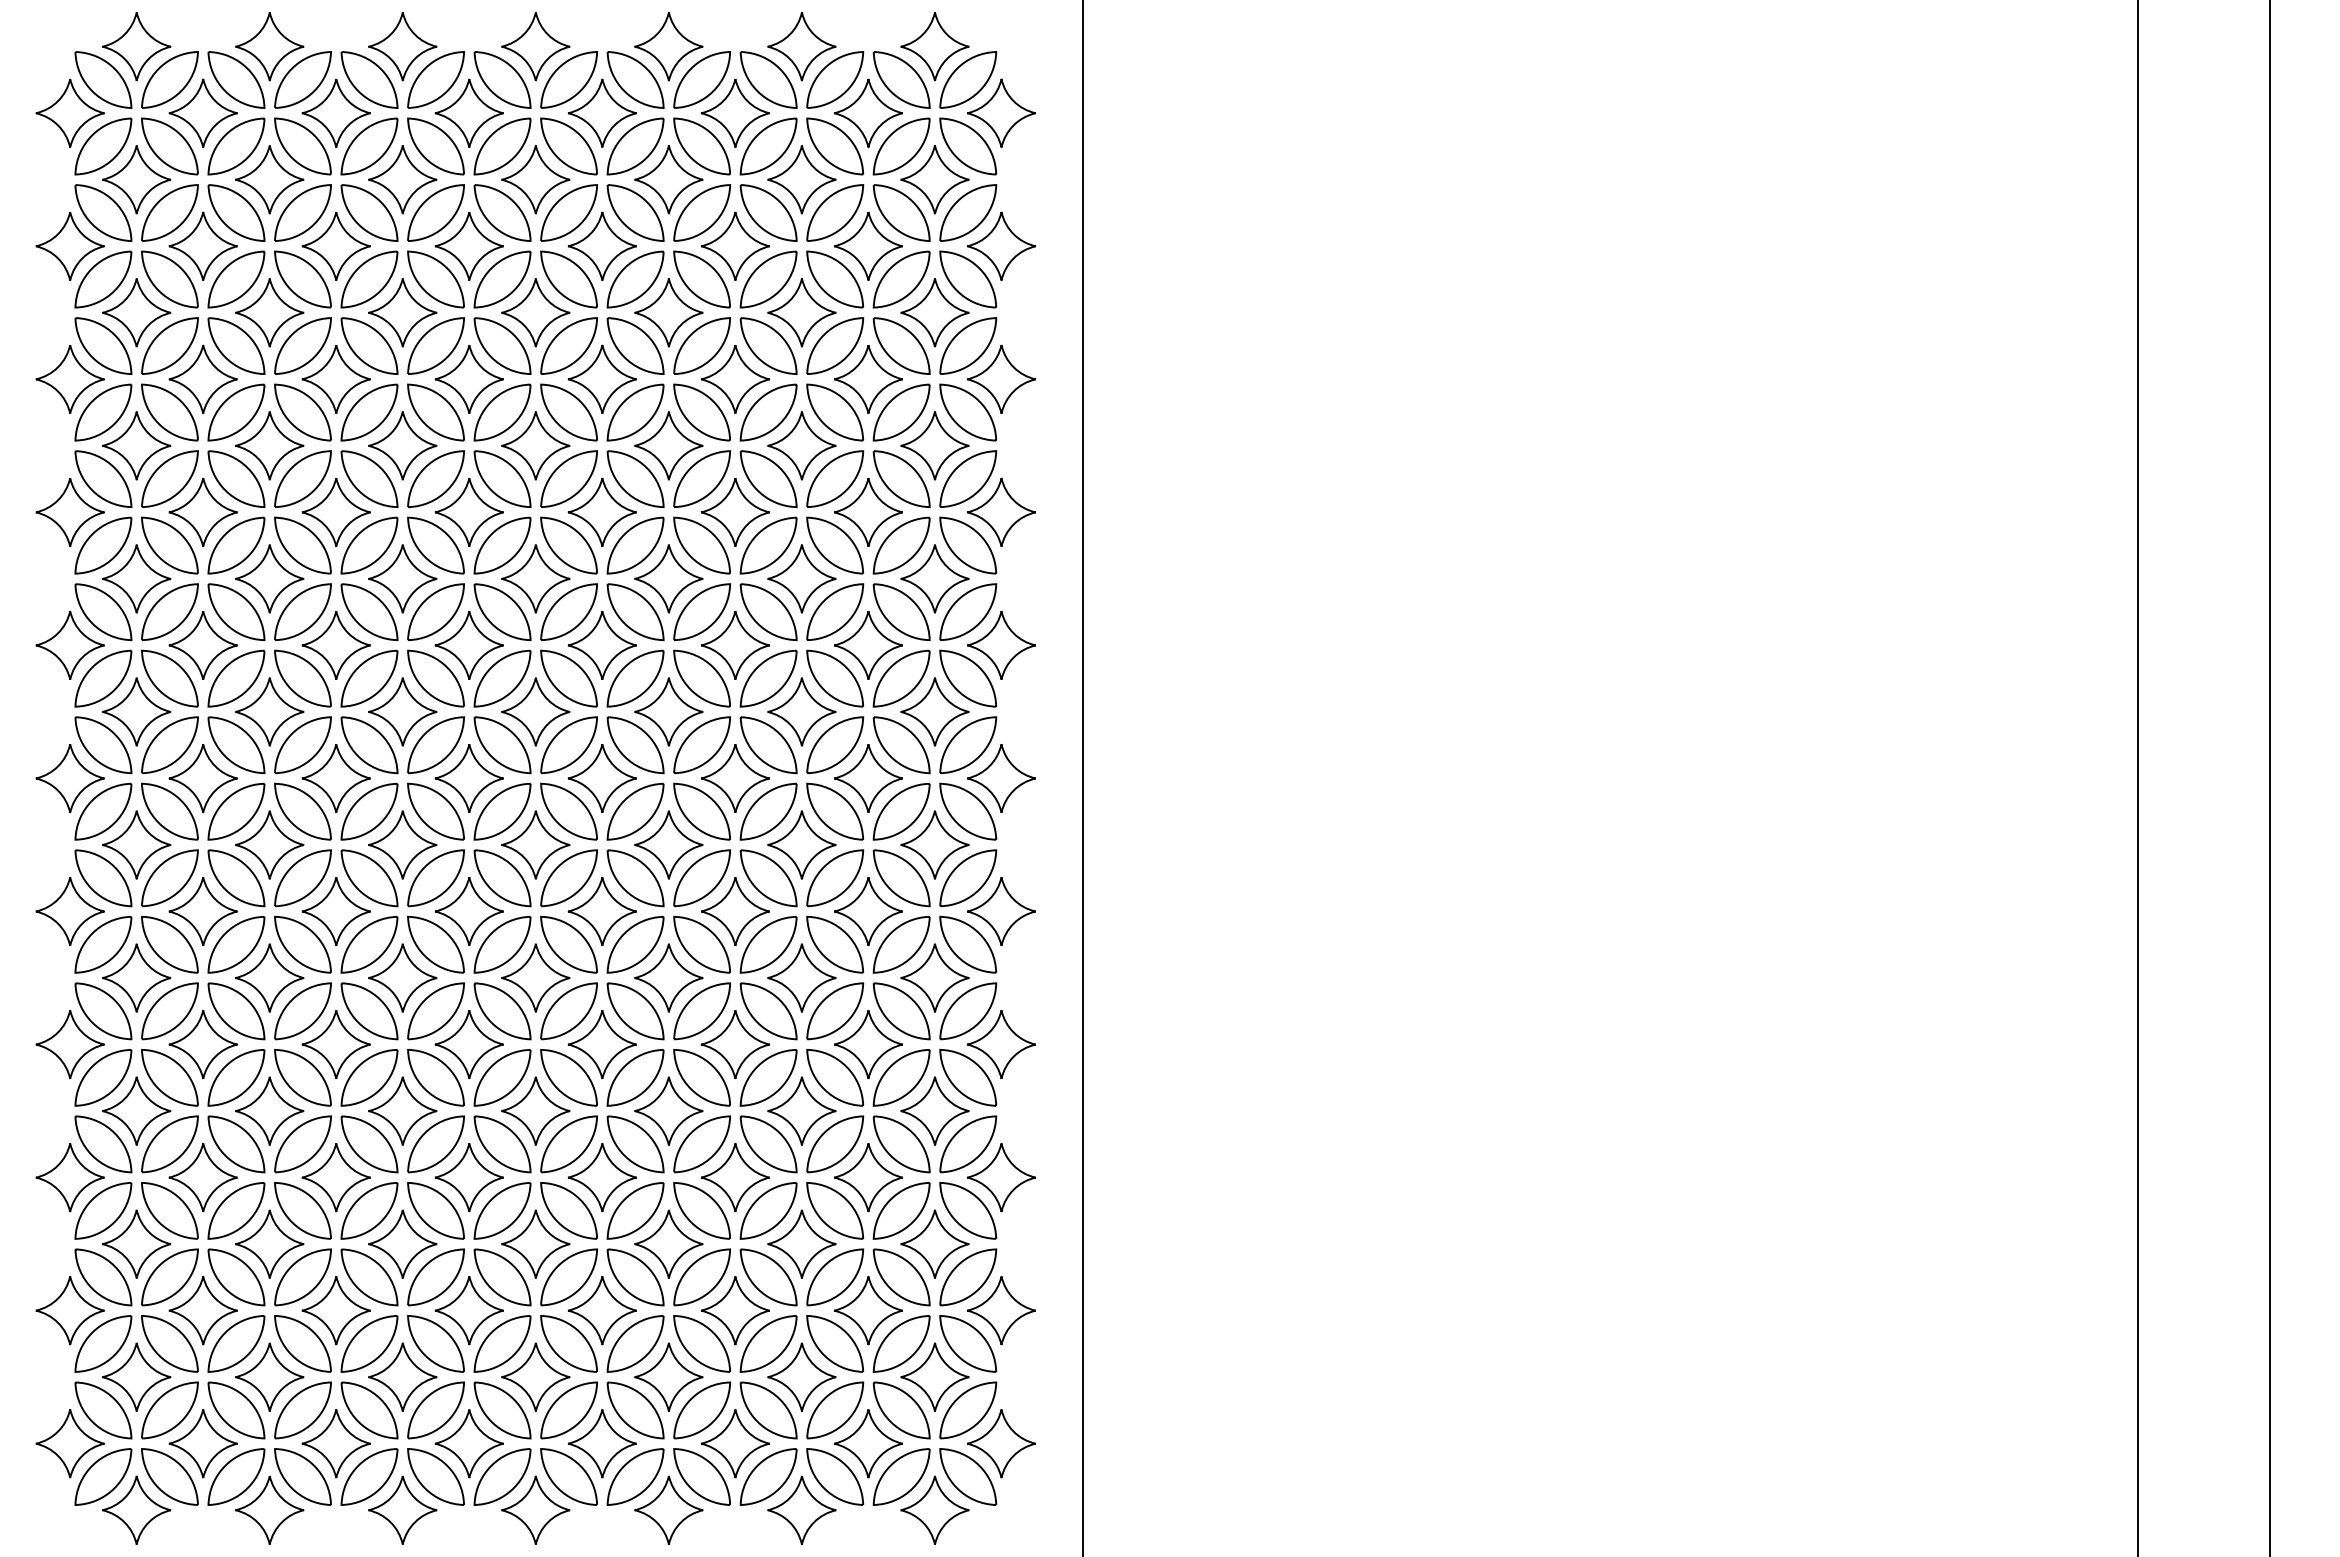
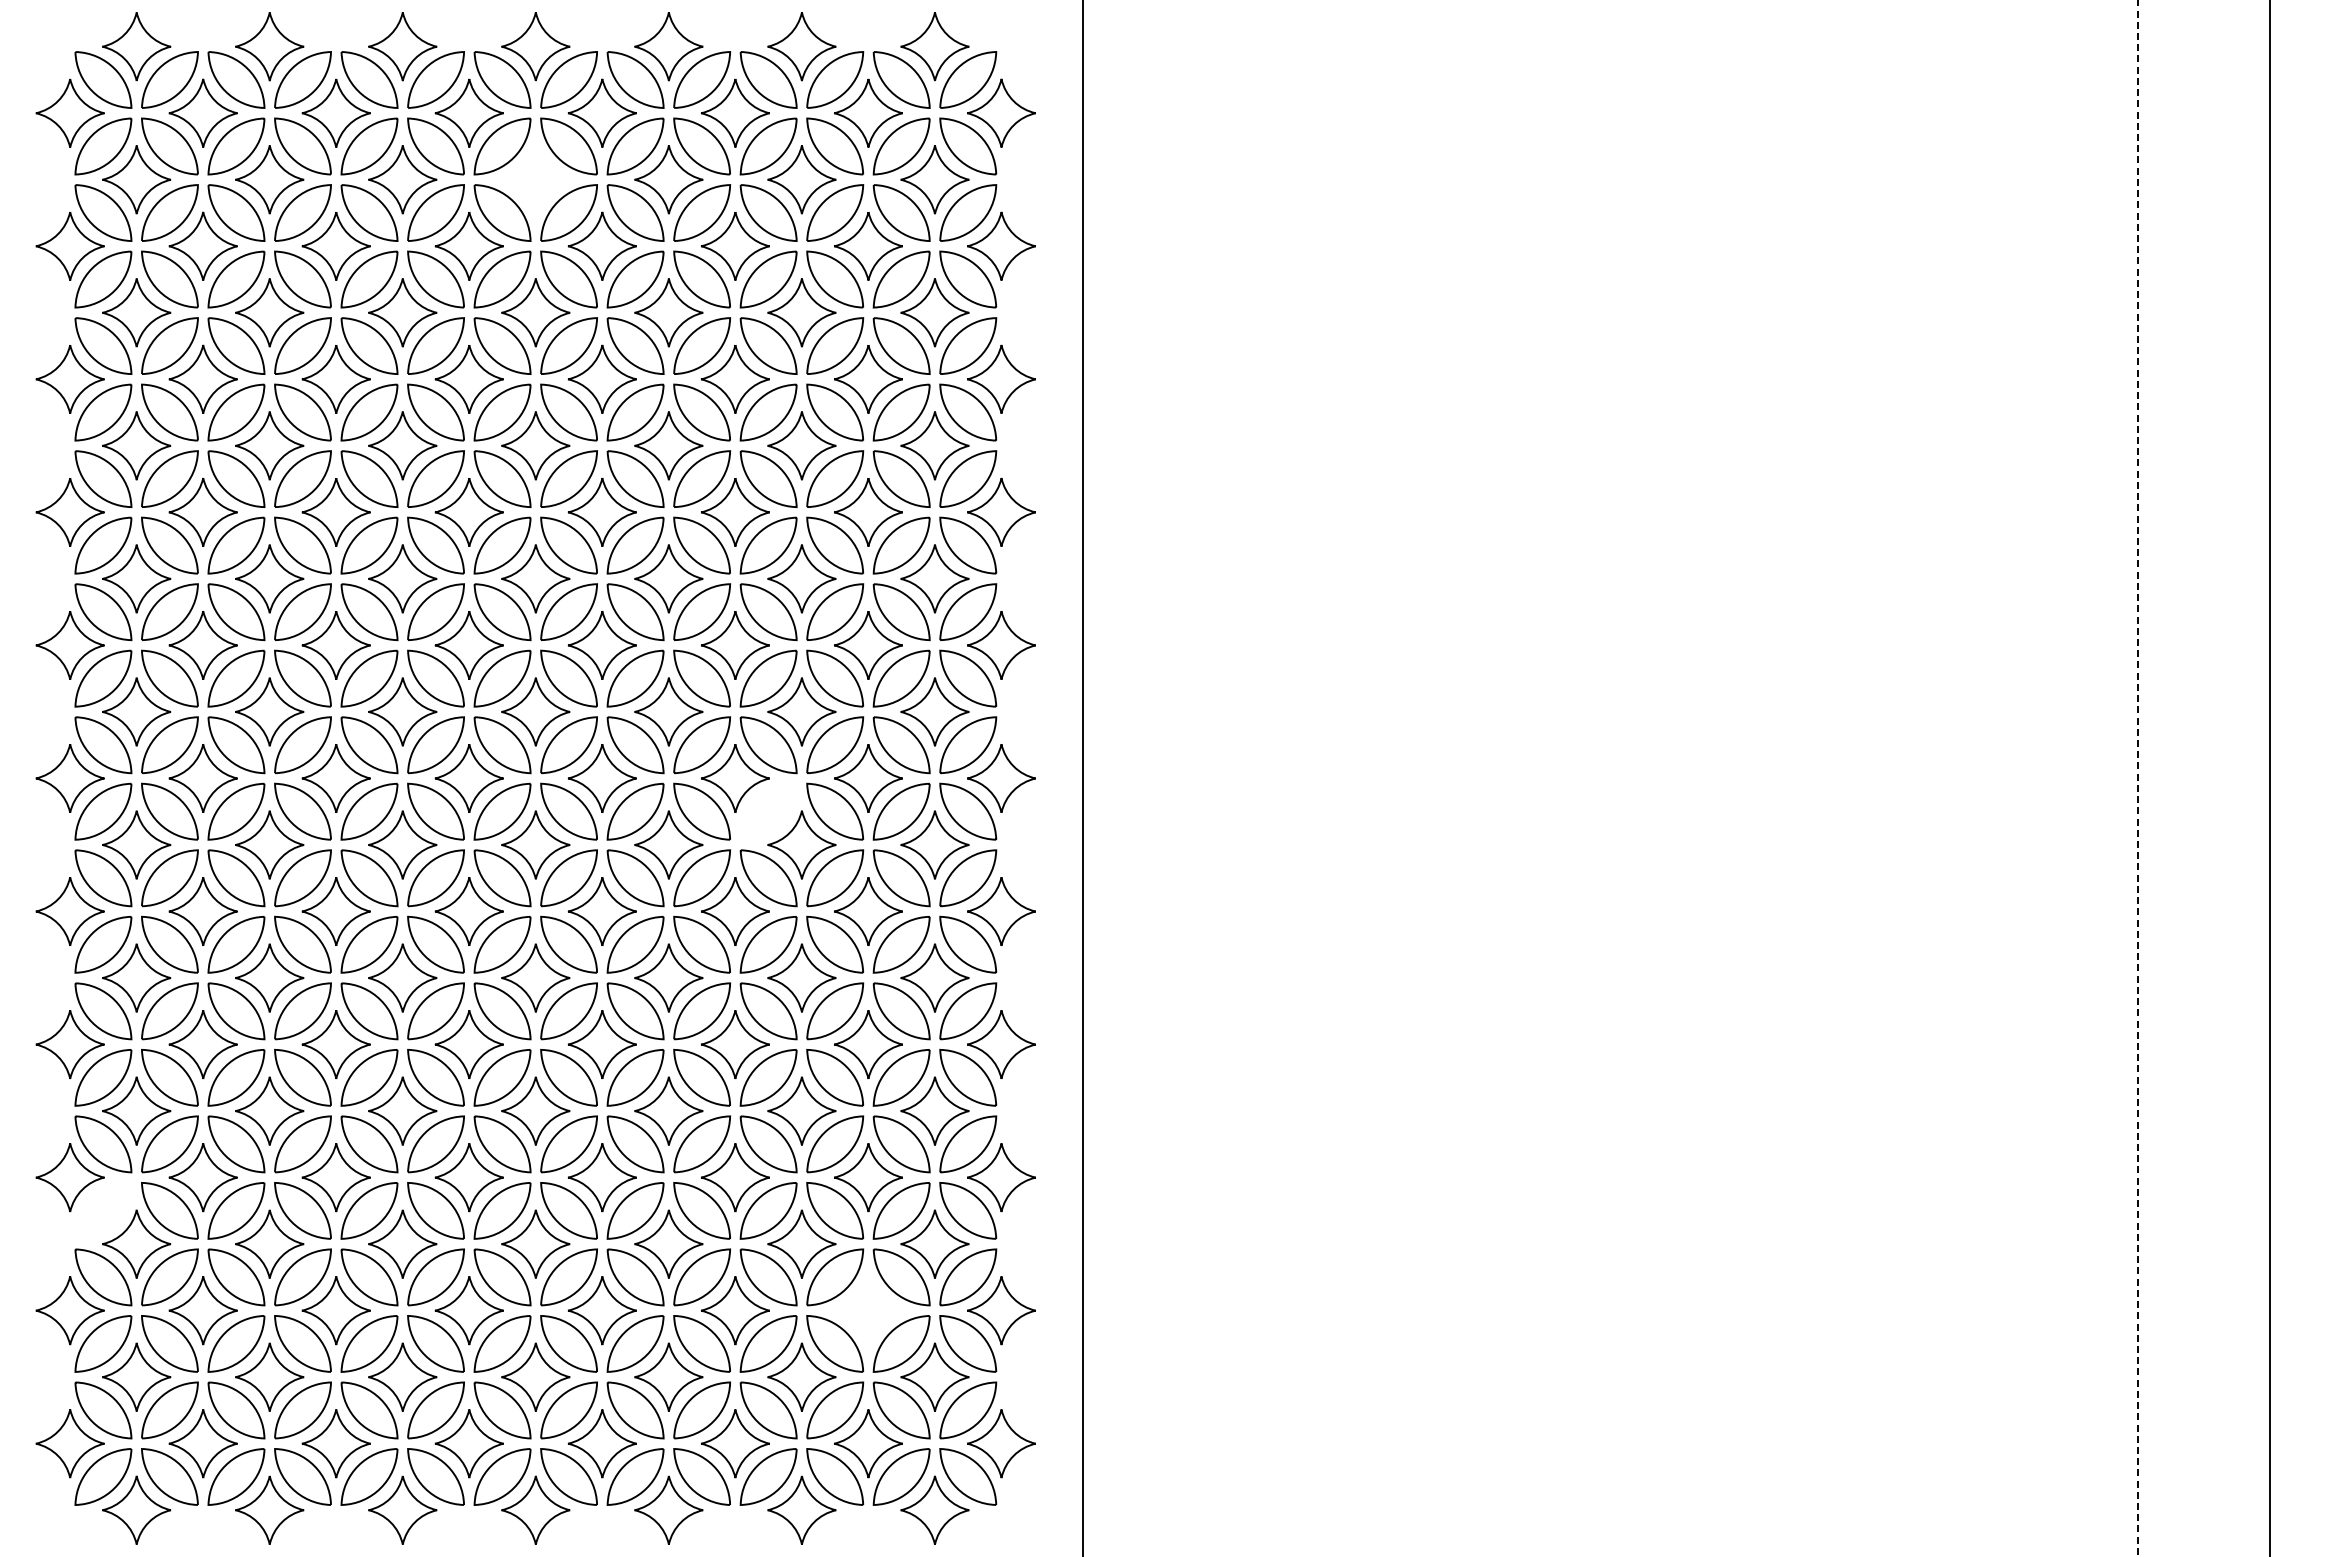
part at (535, 179): present -> none
line at (2137, 778): solid -> dashed
part at (768, 811): present -> none
part at (103, 1210): present -> none
part at (868, 1310): present -> none
